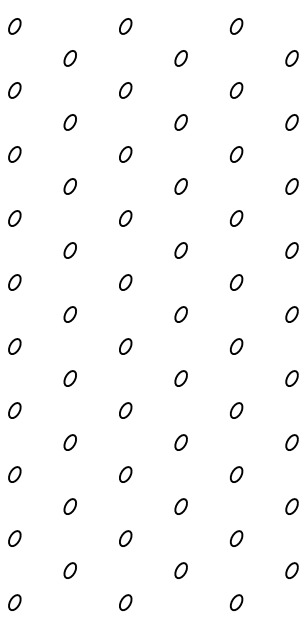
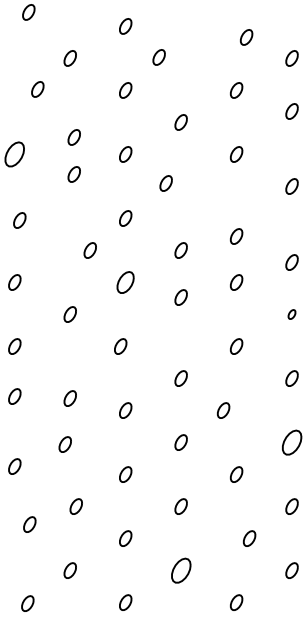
part at (14, 26) position: (14, 26) -> (28, 12)
part at (236, 26) position: (236, 26) -> (246, 37)
part at (180, 58) position: (180, 58) -> (158, 57)
part at (14, 90) position: (14, 90) -> (37, 89)
part at (69, 122) position: (69, 122) -> (73, 137)
part at (291, 122) position: (291, 122) -> (291, 111)
part at (14, 154) size: 14x17 px -> 21x27 px
part at (69, 186) position: (69, 186) -> (73, 174)
part at (180, 186) position: (180, 186) -> (165, 183)
part at (14, 218) position: (14, 218) -> (19, 220)
part at (236, 218) position: (236, 218) -> (236, 236)
part at (69, 250) position: (69, 250) -> (89, 250)
part at (291, 250) position: (291, 250) -> (291, 262)
part at (125, 282) size: 14x17 px -> 19x23 px
part at (180, 314) position: (180, 314) -> (180, 297)
part at (291, 314) size: 14x17 px -> 10x11 px
part at (125, 346) position: (125, 346) -> (120, 346)
part at (69, 378) position: (69, 378) -> (69, 398)
part at (14, 410) position: (14, 410) -> (14, 396)
part at (236, 410) position: (236, 410) -> (223, 410)
part at (69, 442) position: (69, 442) -> (64, 444)
part at (291, 442) size: 14x17 px -> 21x27 px
part at (14, 474) position: (14, 474) -> (14, 466)
part at (69, 506) position: (69, 506) -> (75, 506)
part at (14, 538) position: (14, 538) -> (29, 524)
part at (236, 538) position: (236, 538) -> (249, 538)
part at (180, 570) size: 14x17 px -> 21x27 px
part at (14, 602) position: (14, 602) -> (27, 603)
